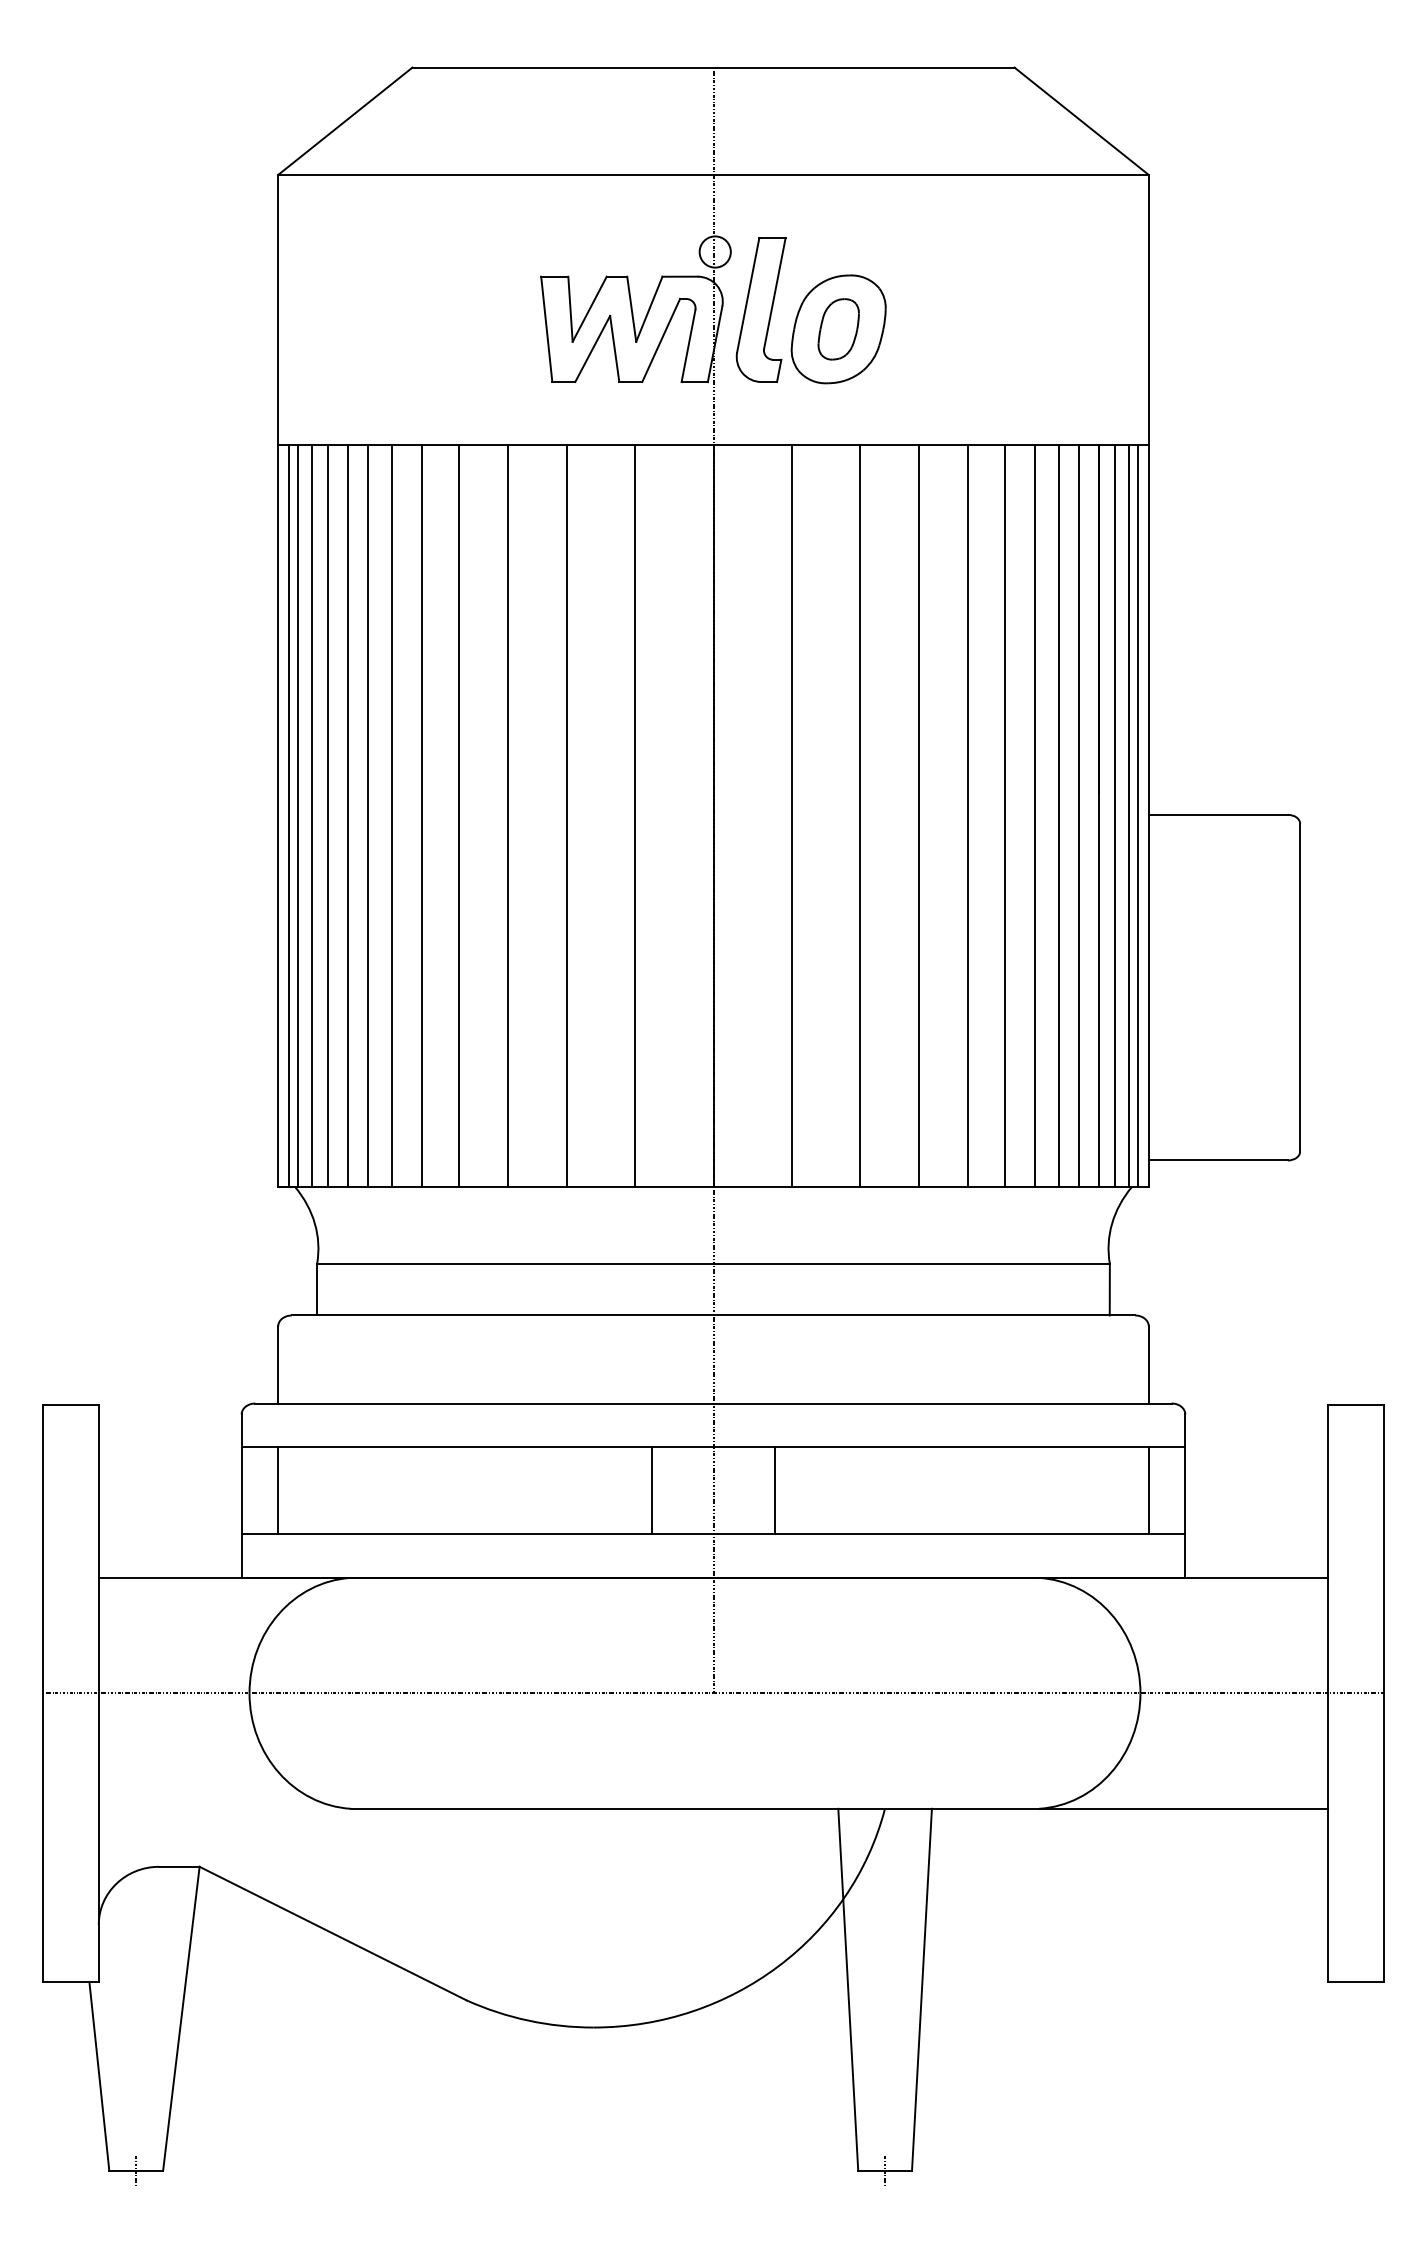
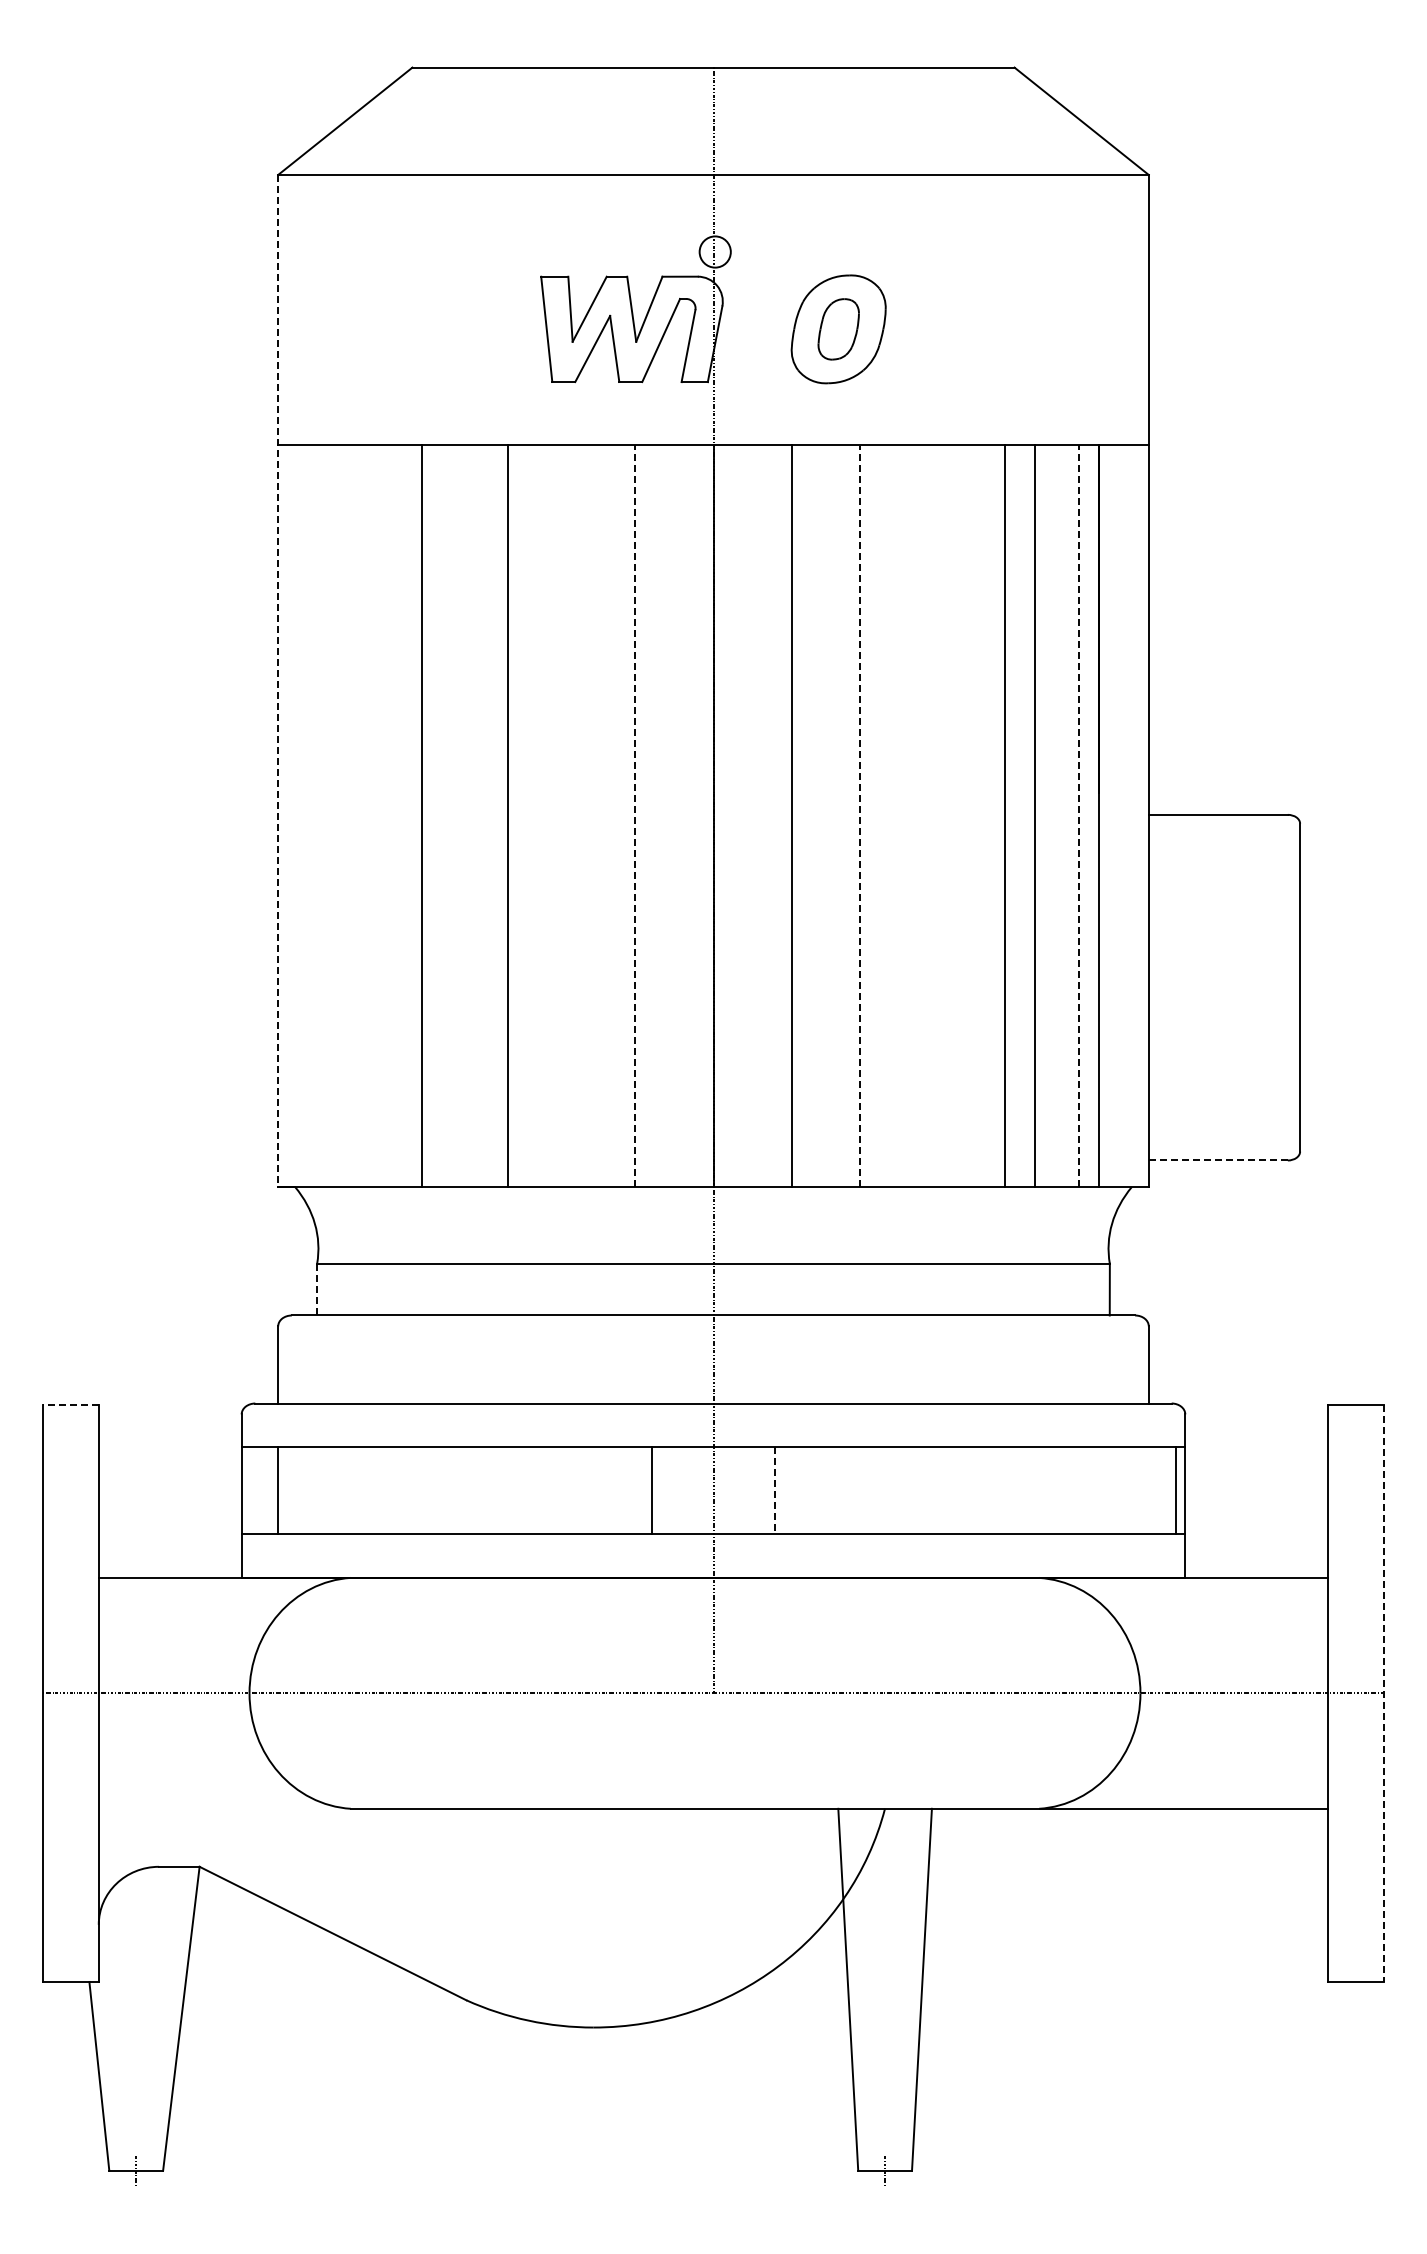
part at (760, 309): present -> none
line at (278, 681): solid -> dashed
line at (289, 816): present -> none
line at (298, 816): present -> none
line at (312, 816): present -> none
line at (327, 816): present -> none
line at (348, 816): present -> none
line at (367, 816): present -> none
line at (391, 816): present -> none
line at (459, 816): present -> none
line at (567, 816): present -> none
line at (634, 816): solid -> dashed
line at (859, 816): solid -> dashed
line at (919, 816): present -> none
line at (967, 816): present -> none
line at (1059, 816): present -> none
line at (1078, 816): solid -> dashed
line at (1114, 816): present -> none
line at (1128, 816): present -> none
line at (1137, 816): present -> none
line at (1218, 1160): solid -> dashed
line at (317, 1289): solid -> dashed
line at (70, 1404): solid -> dashed
line at (774, 1490): solid -> dashed
line at (1148, 1490) position: (1148, 1490) -> (1175, 1490)
line at (1384, 1693): solid -> dashed
